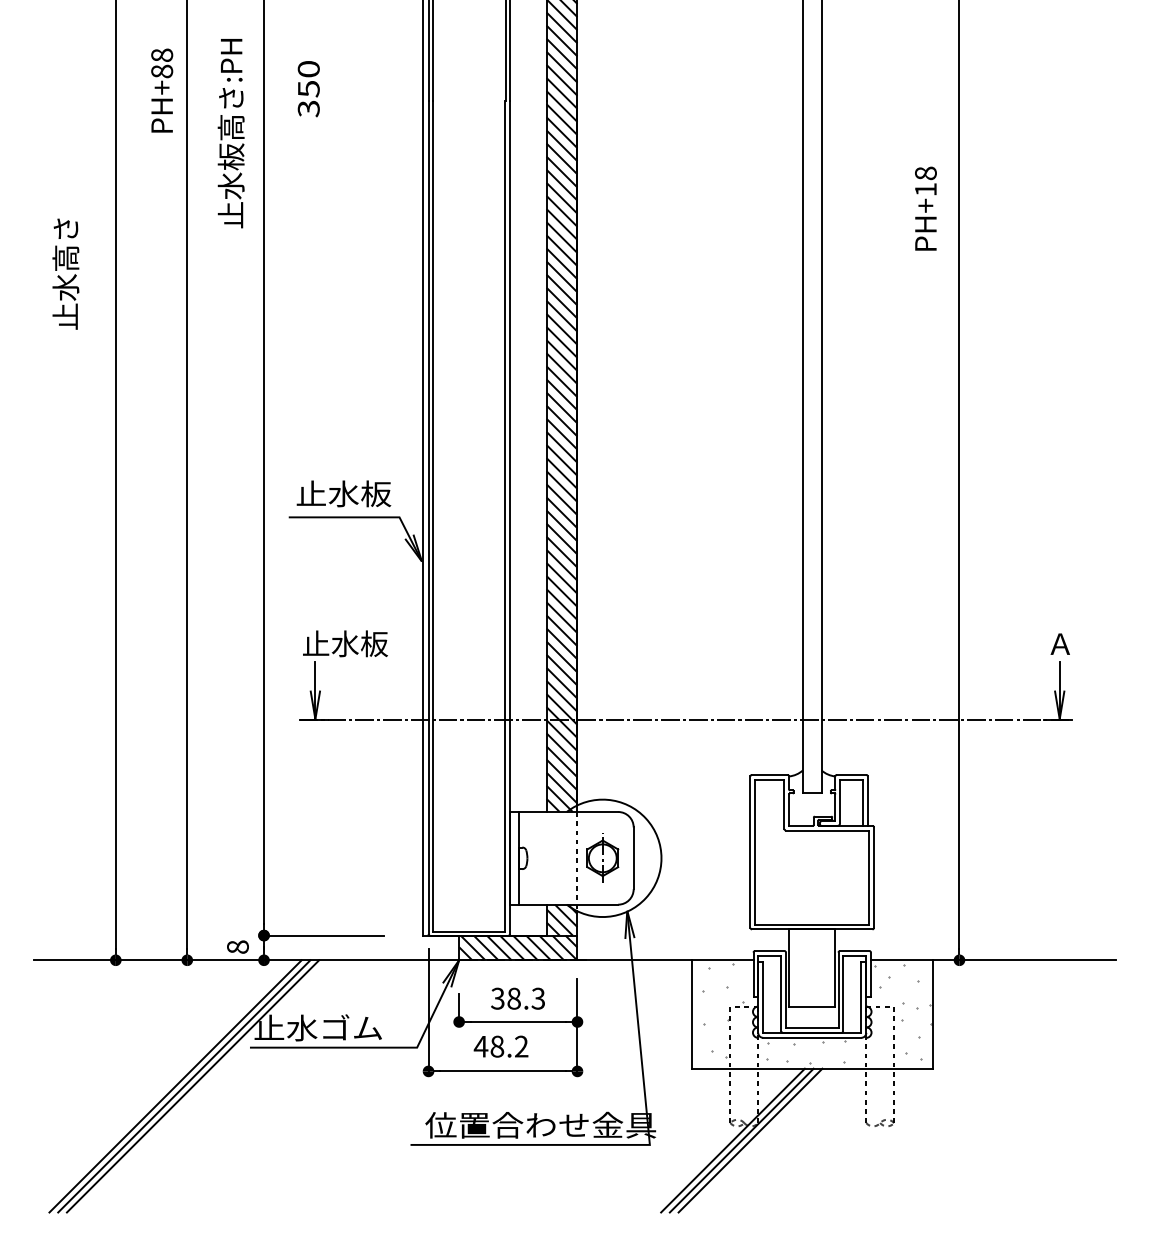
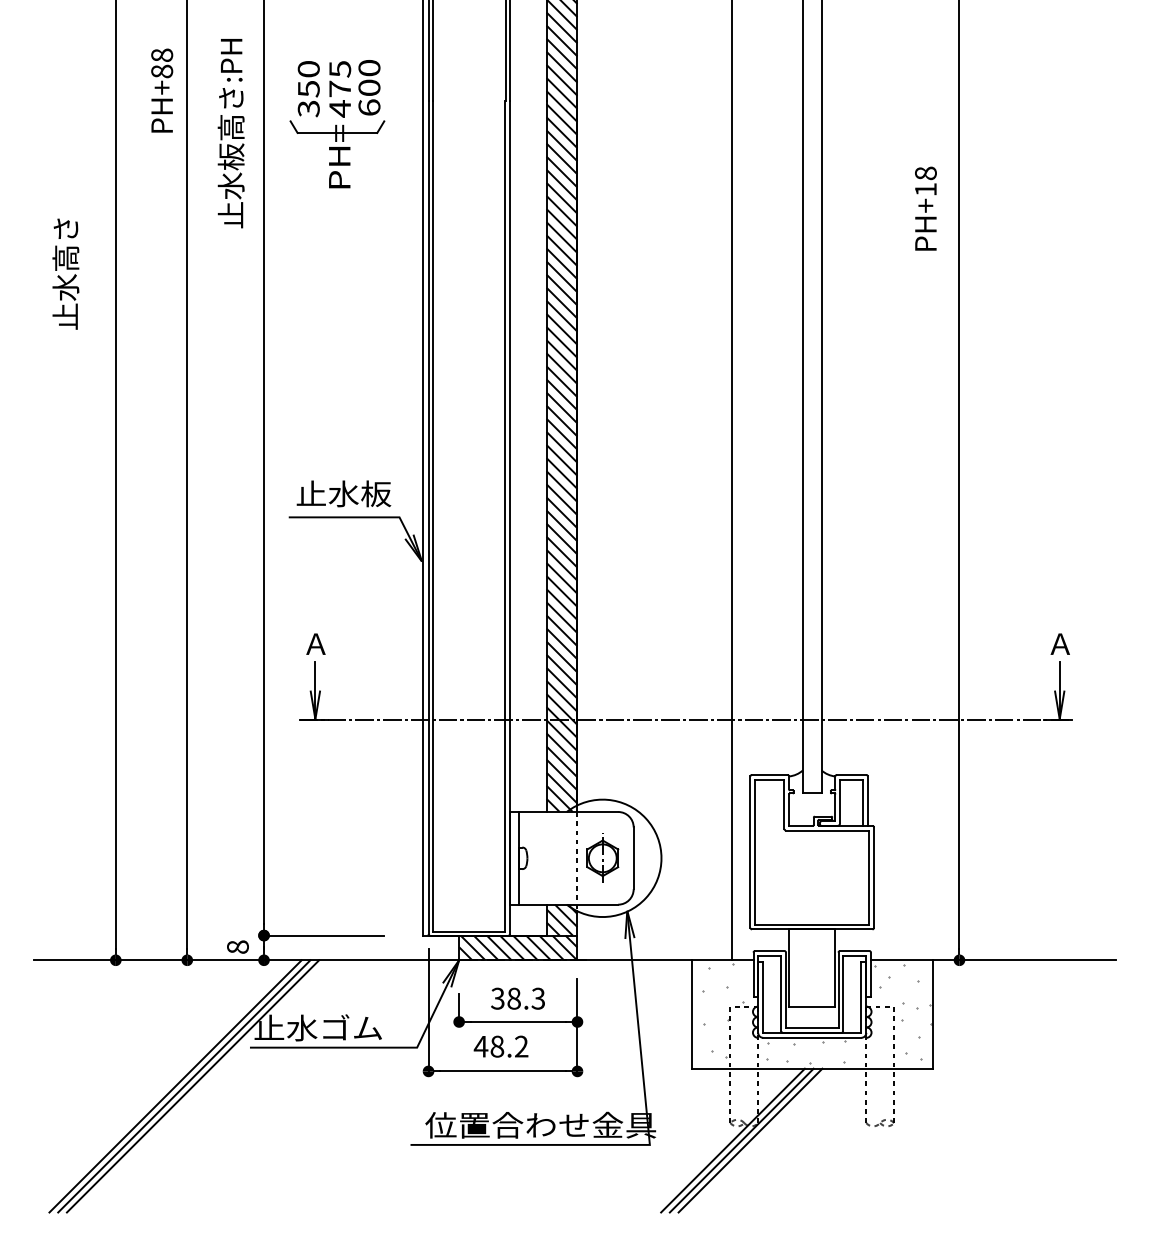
part at (337, 124): none -> present
line at (731, 481): none -> present
text at (345, 643): 止水板 -> Ａ
